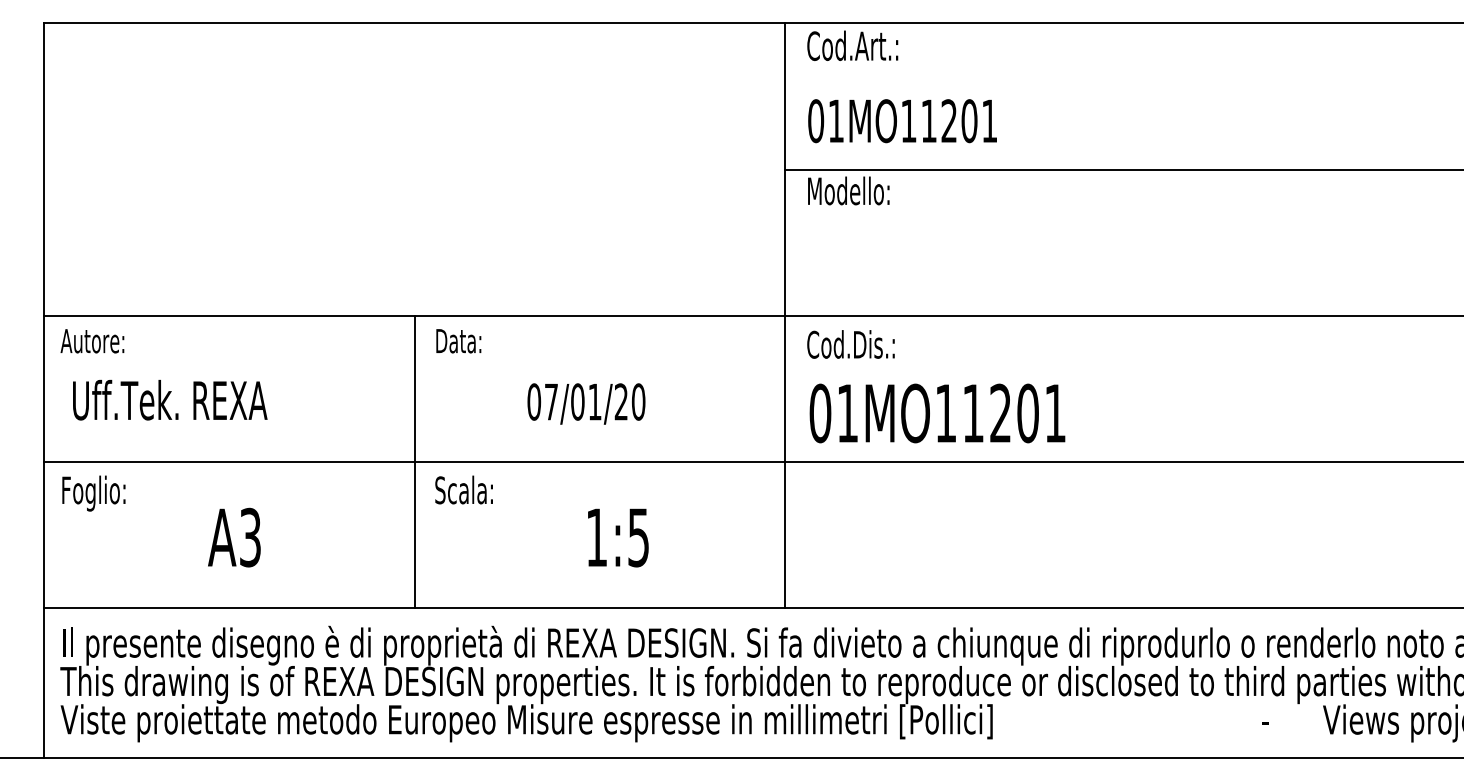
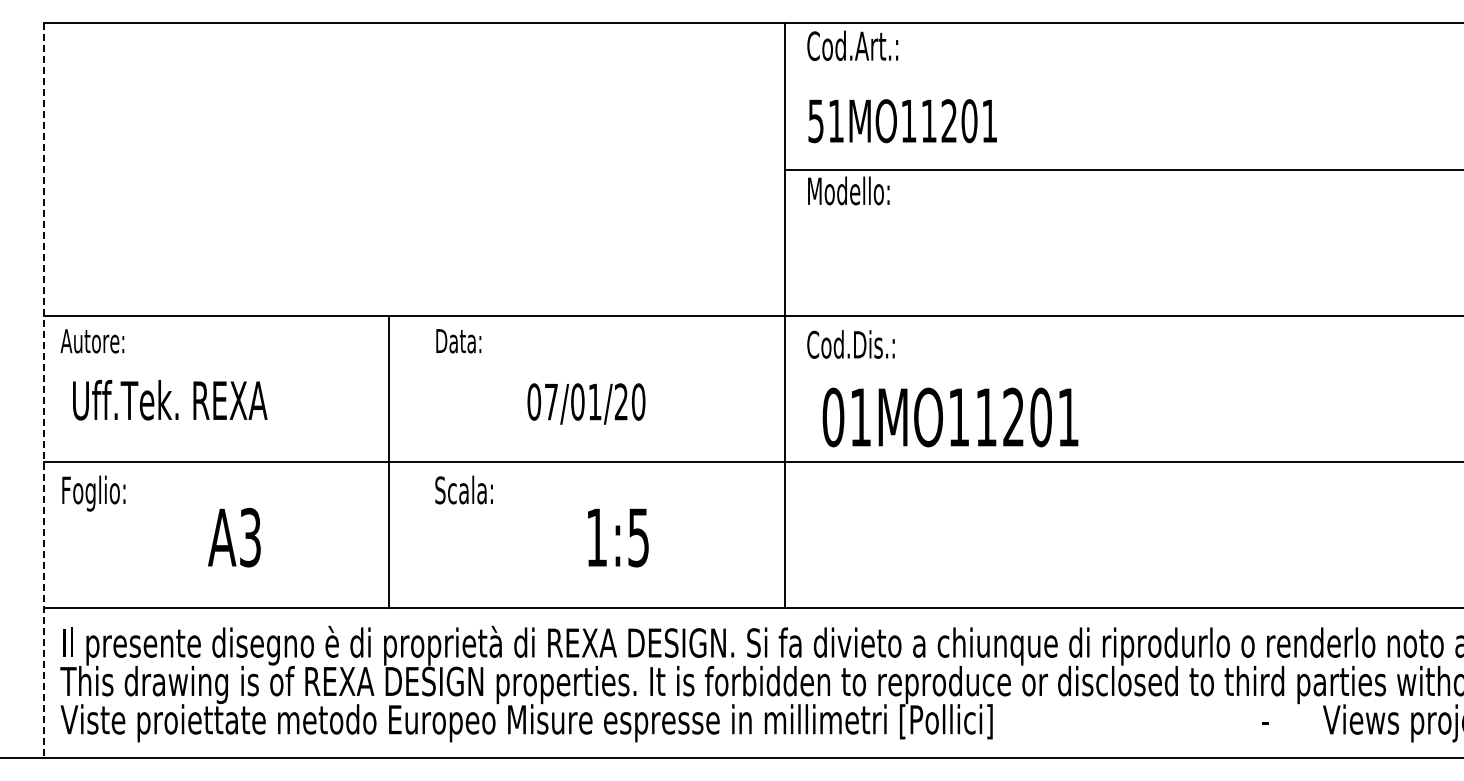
text at (816, 121): 01MO11201 -> 51MO11201
line at (43, 390): solid -> dashed
text at (937, 413) position: (937, 413) -> (950, 417)
line at (414, 461) position: (414, 461) -> (388, 461)
